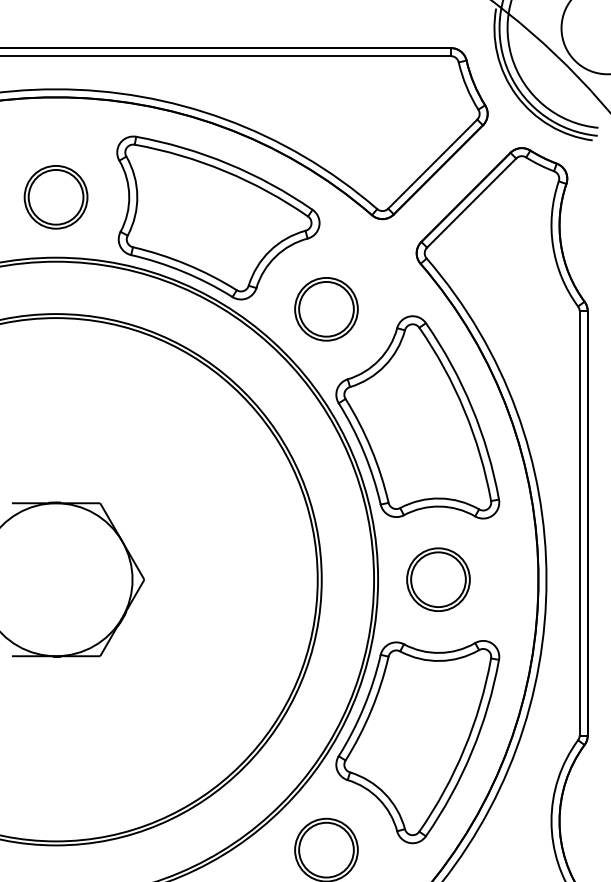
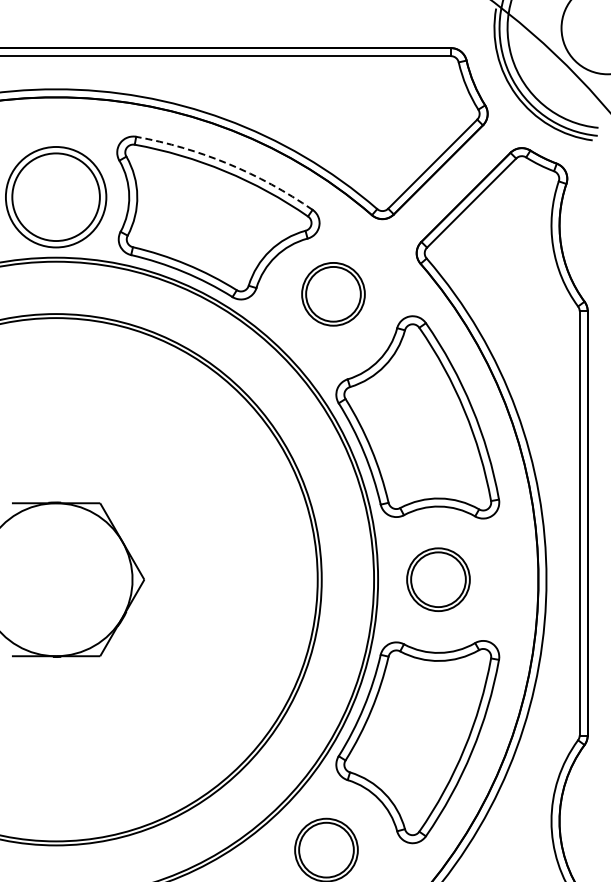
arc at (228, 163): solid -> dashed
part at (55, 197) size: 66x65 px -> 103x103 px
part at (326, 309) position: (326, 309) -> (333, 294)
